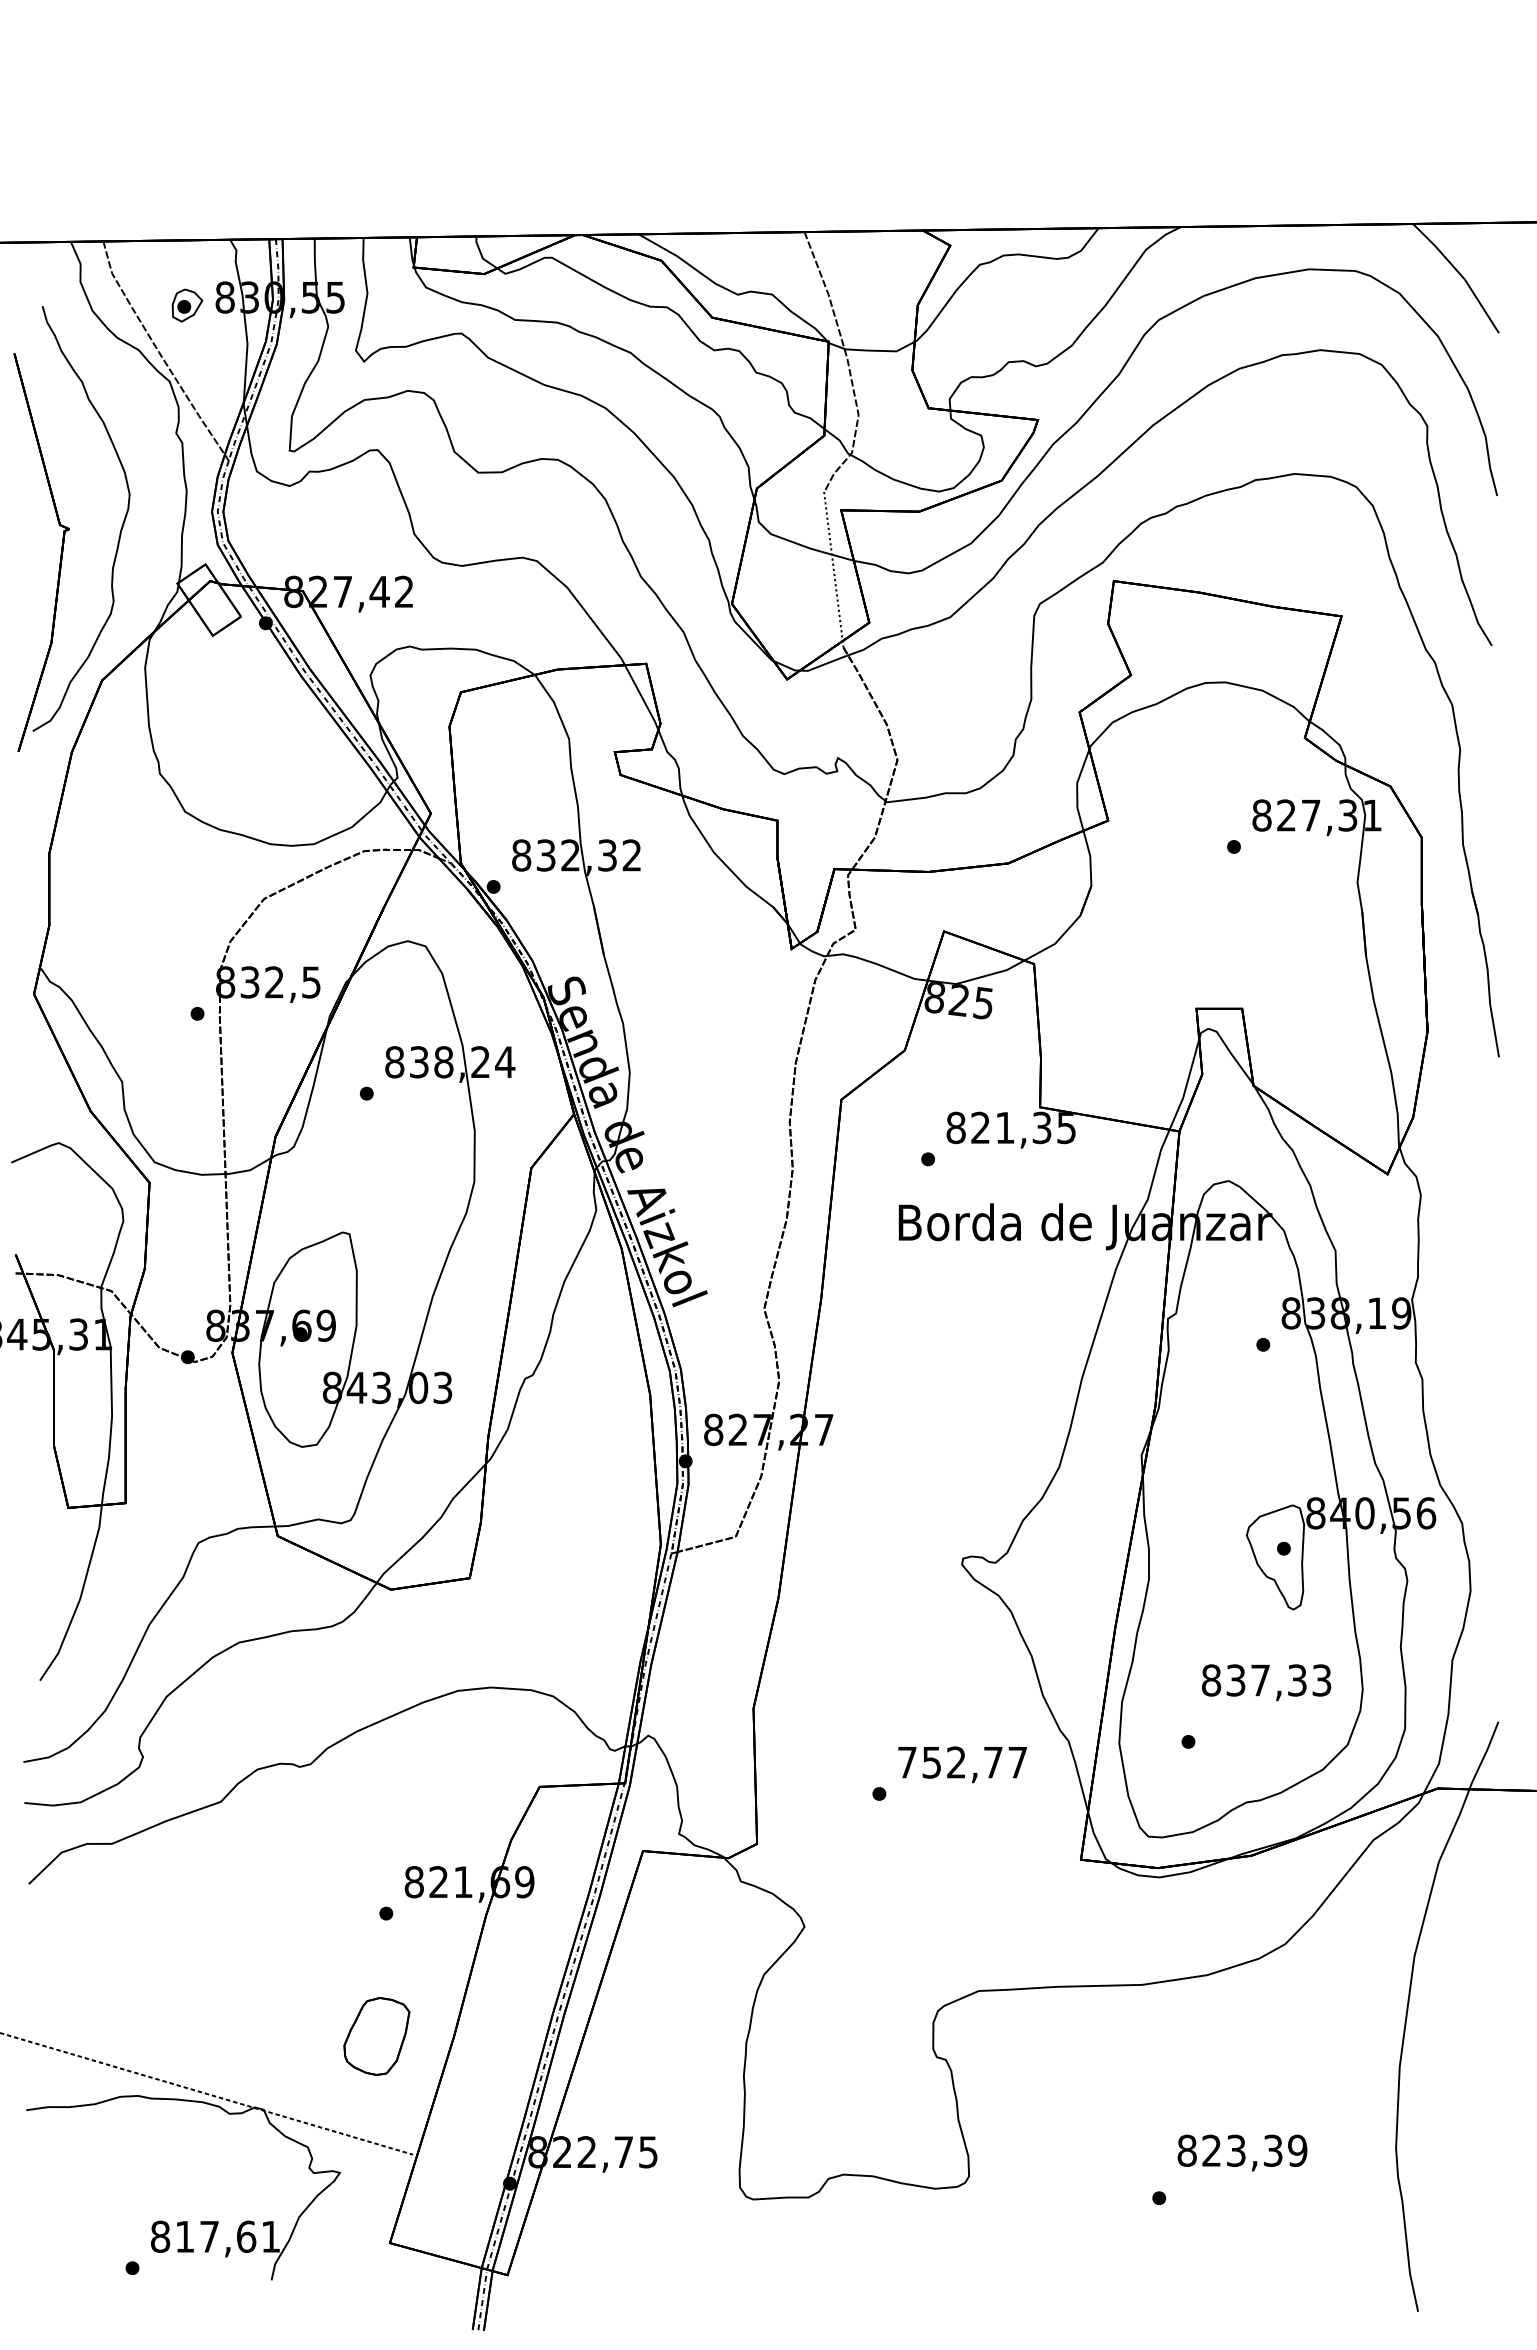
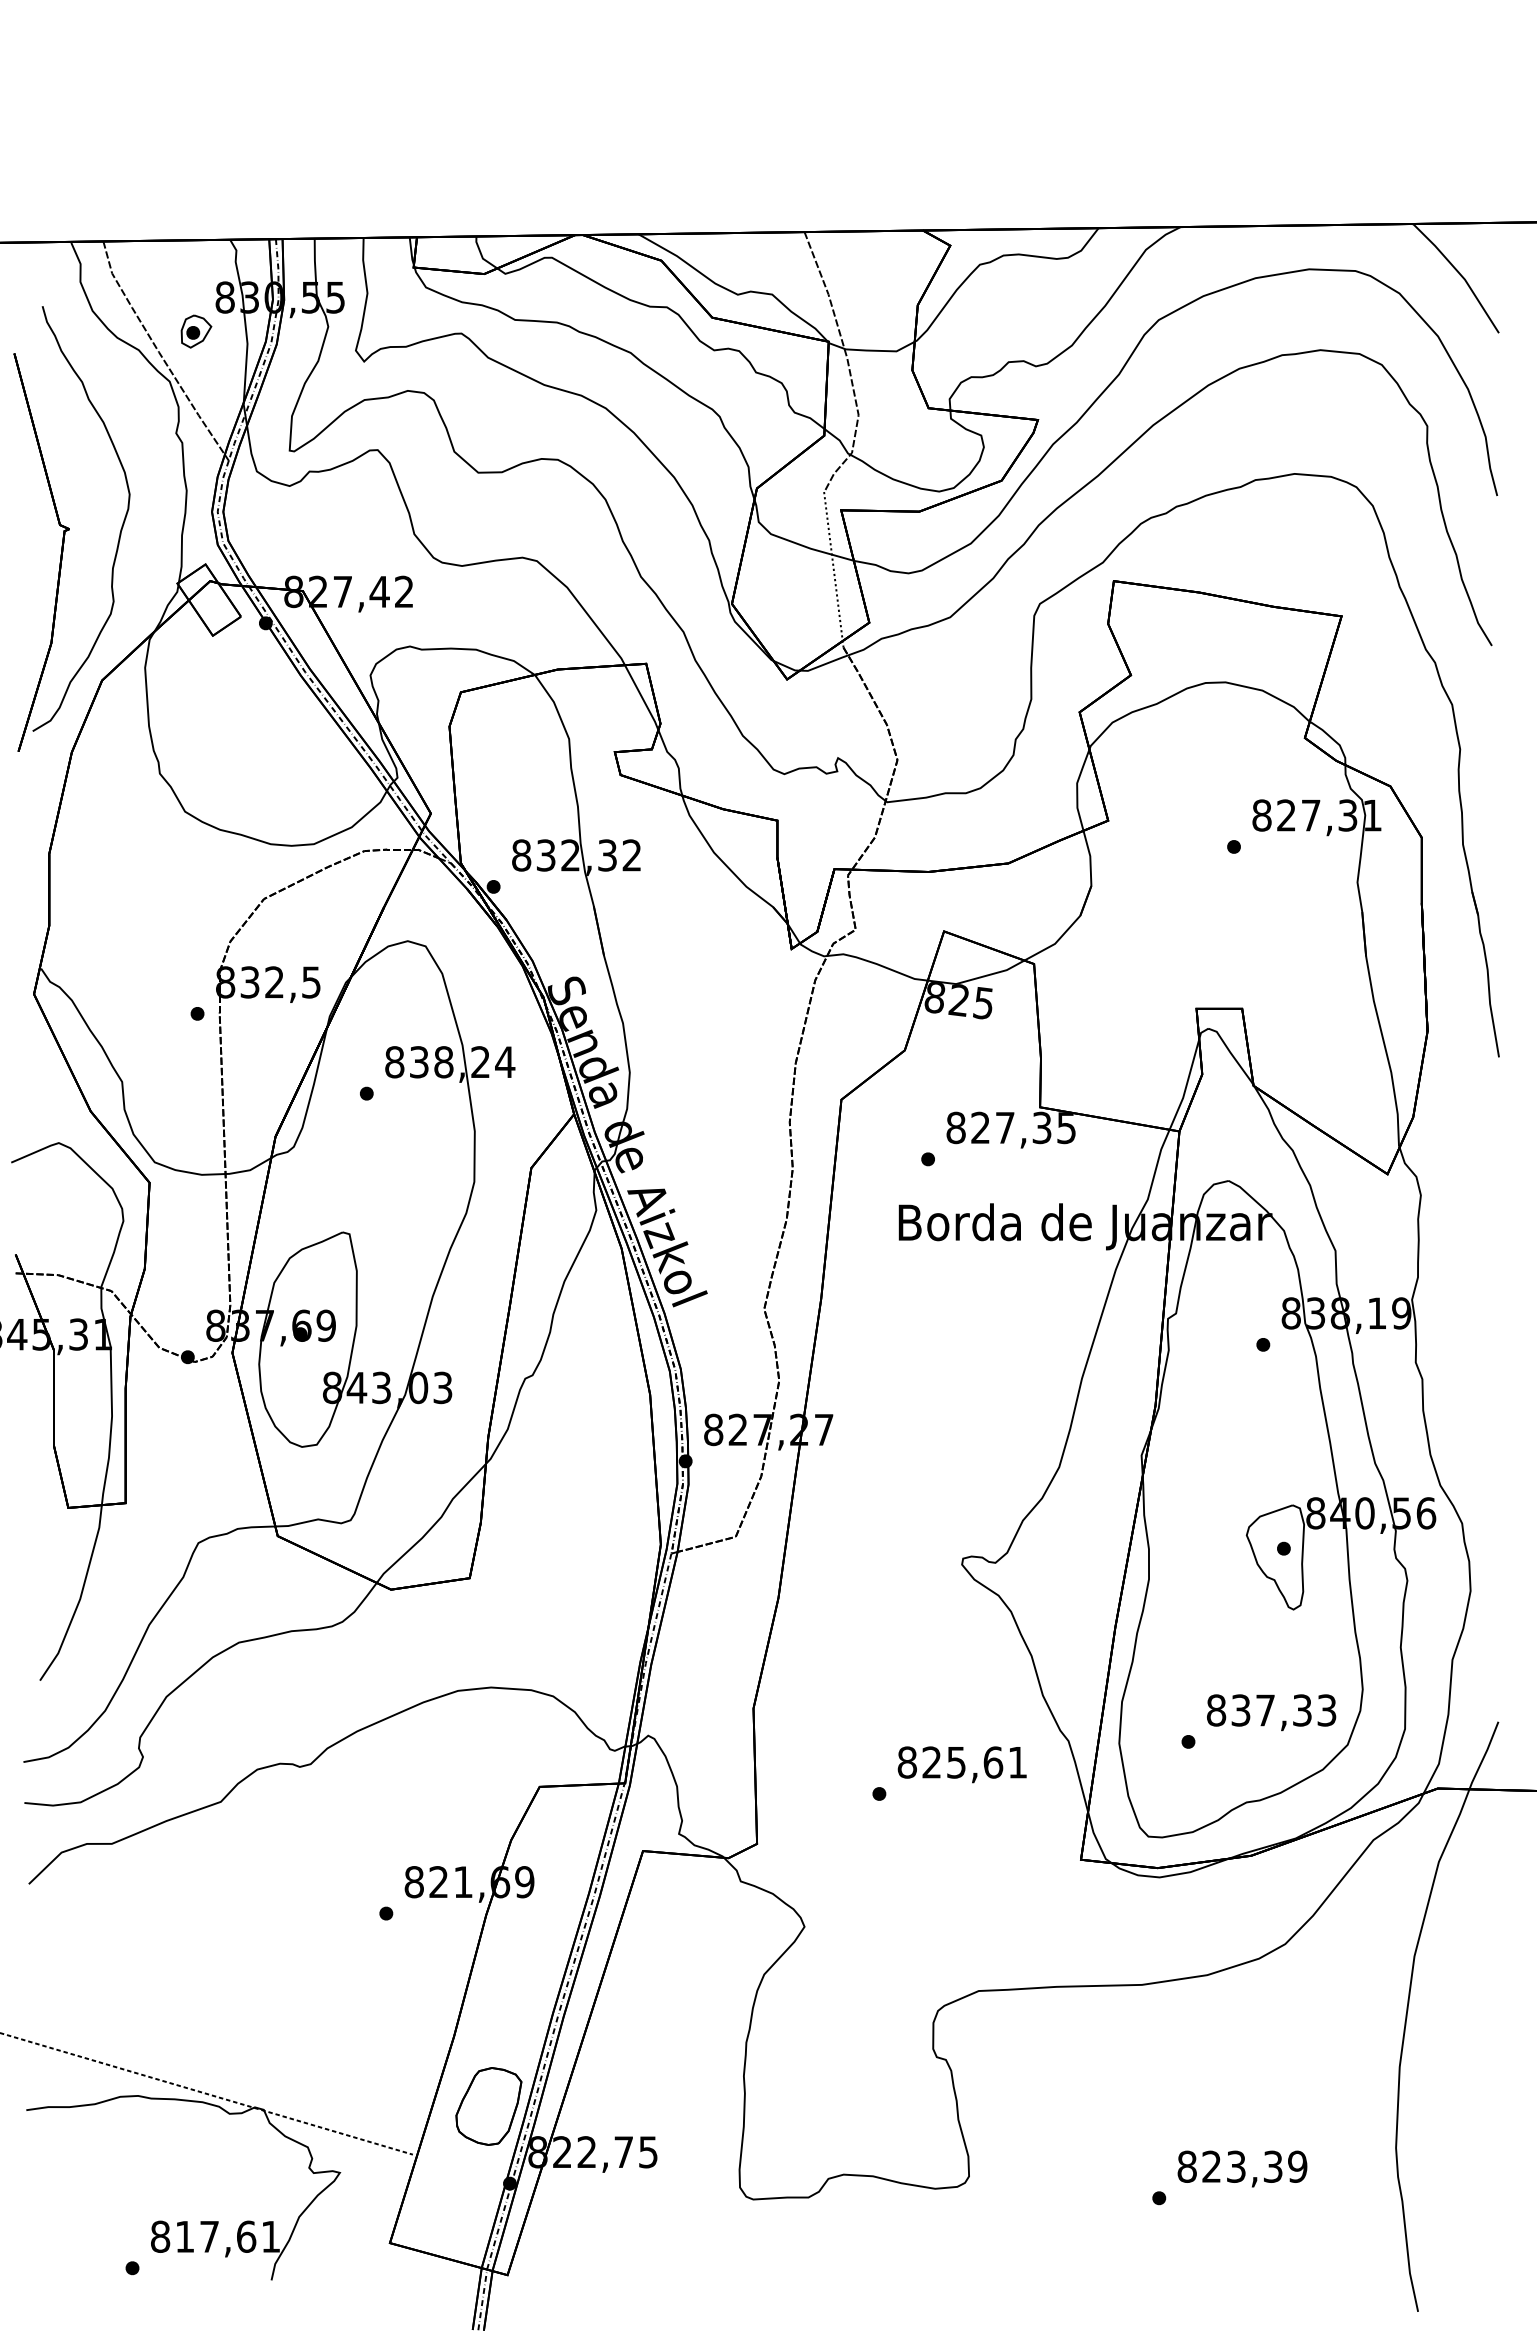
part at (187, 305) position: (187, 305) -> (196, 331)
text at (1005, 1127): 821,35 -> 827,35
text at (1266, 1682) position: (1266, 1682) -> (1271, 1712)
text at (961, 1762): 752,77 -> 825,61
part at (376, 2036) position: (376, 2036) -> (488, 2106)
text at (1242, 2152) position: (1242, 2152) -> (1242, 2168)
